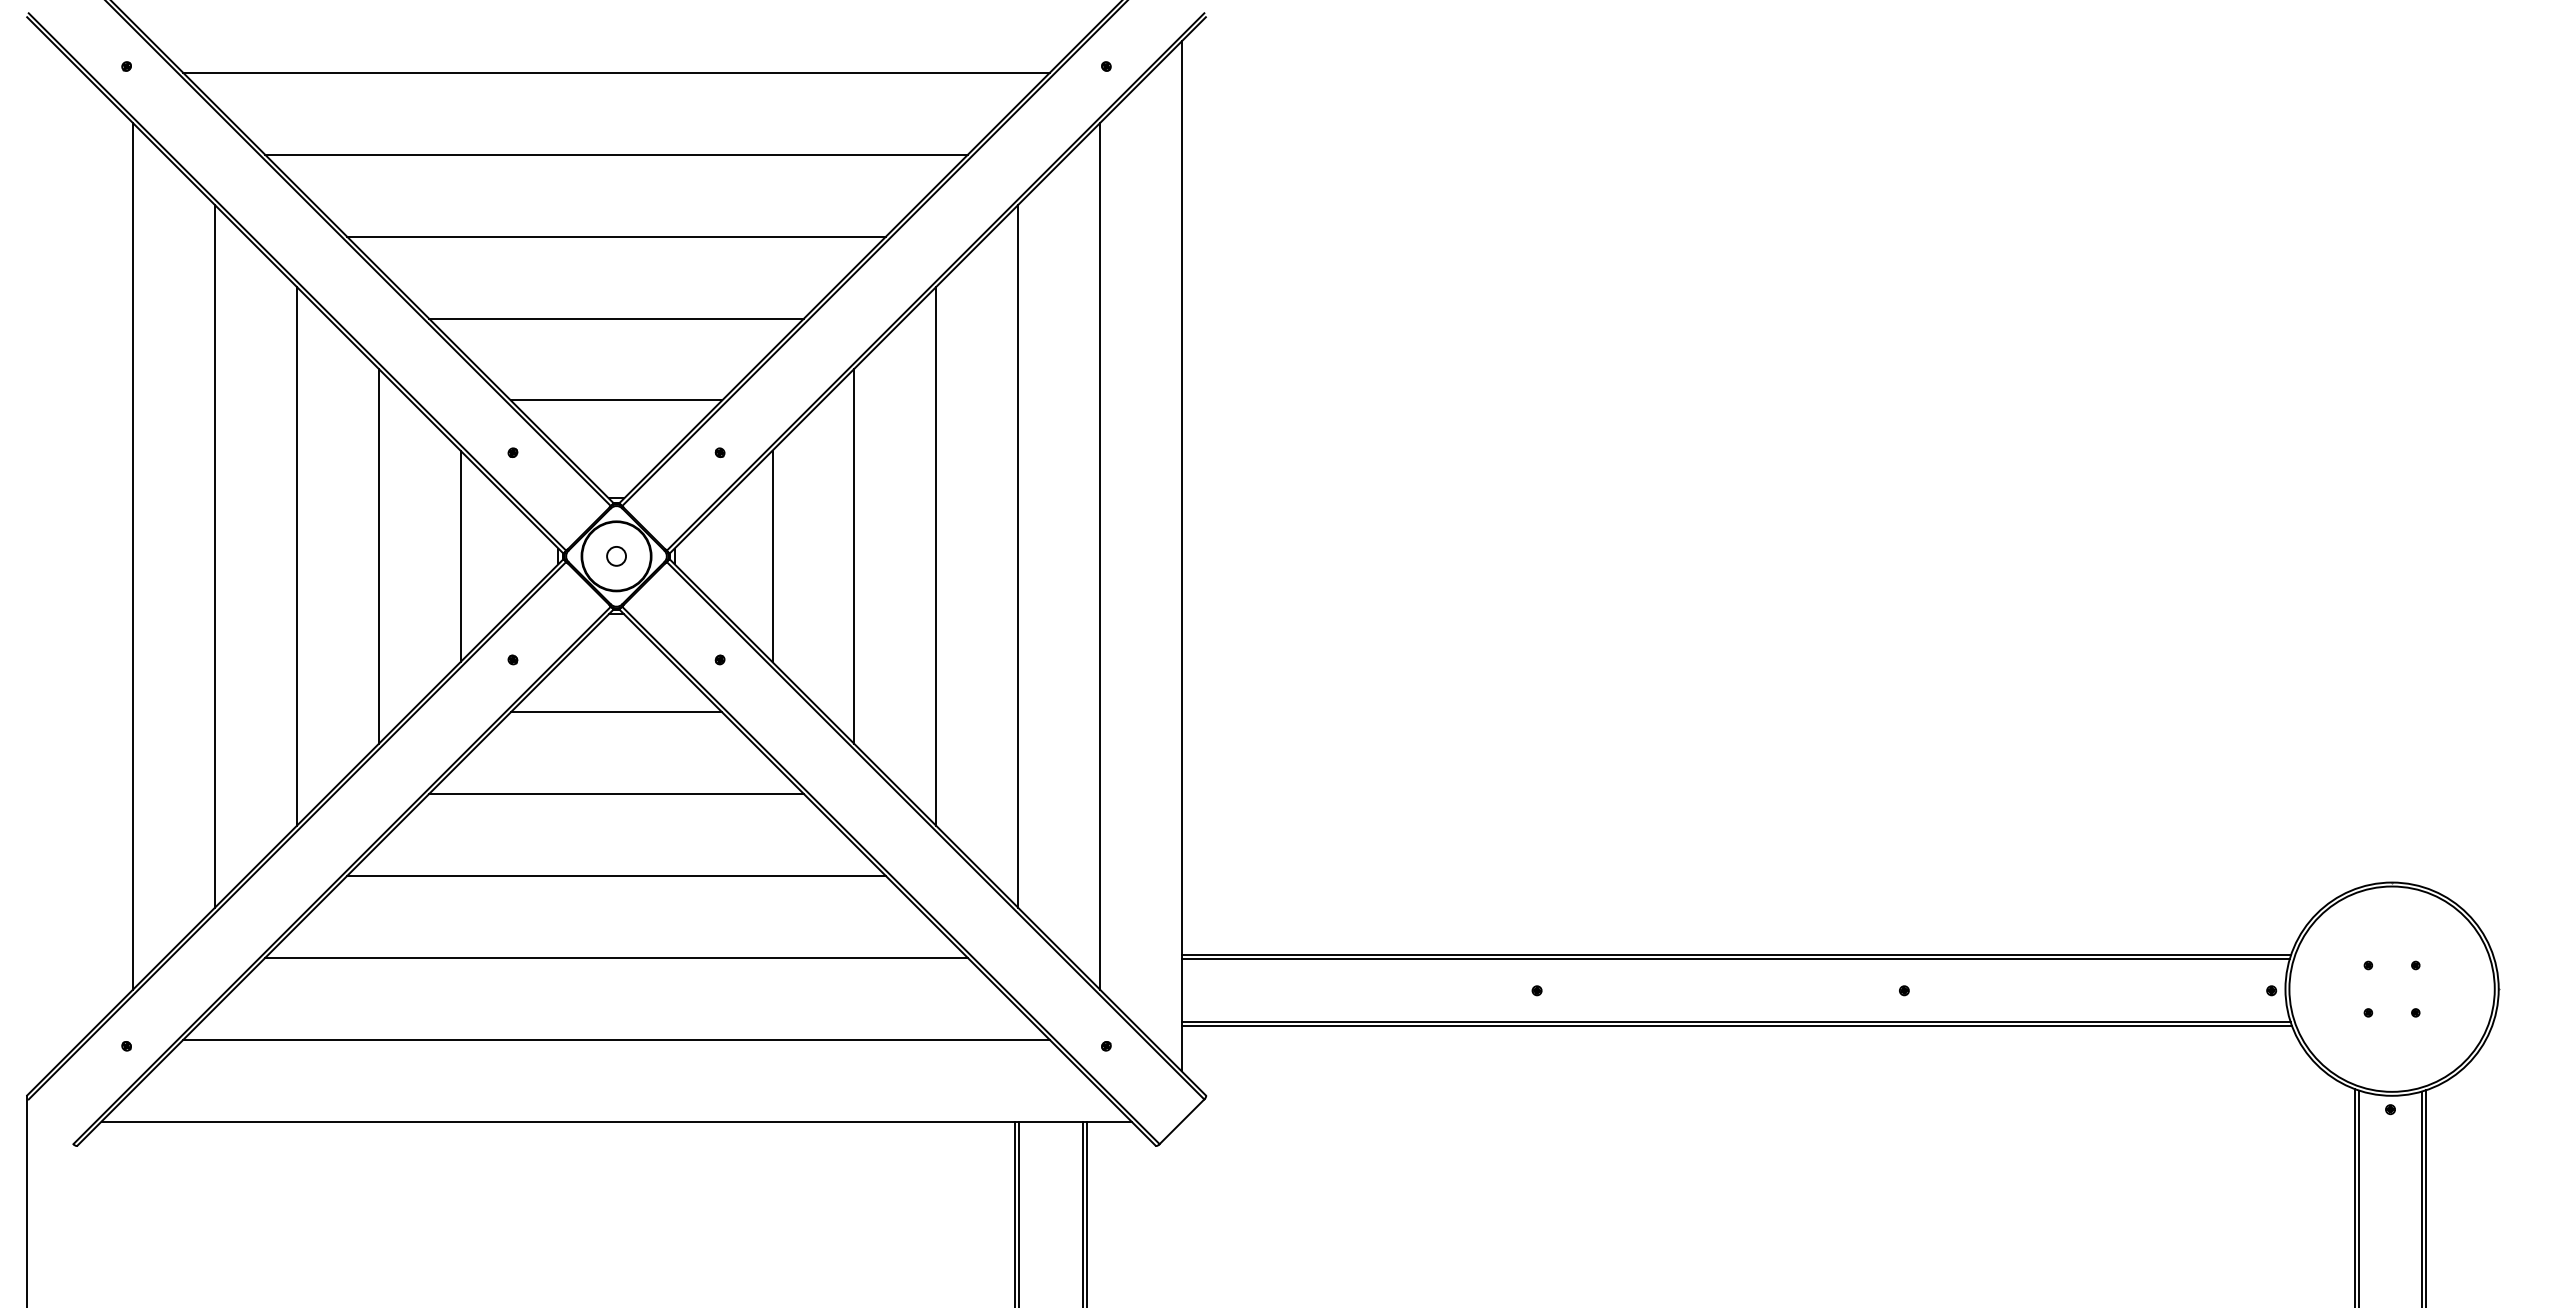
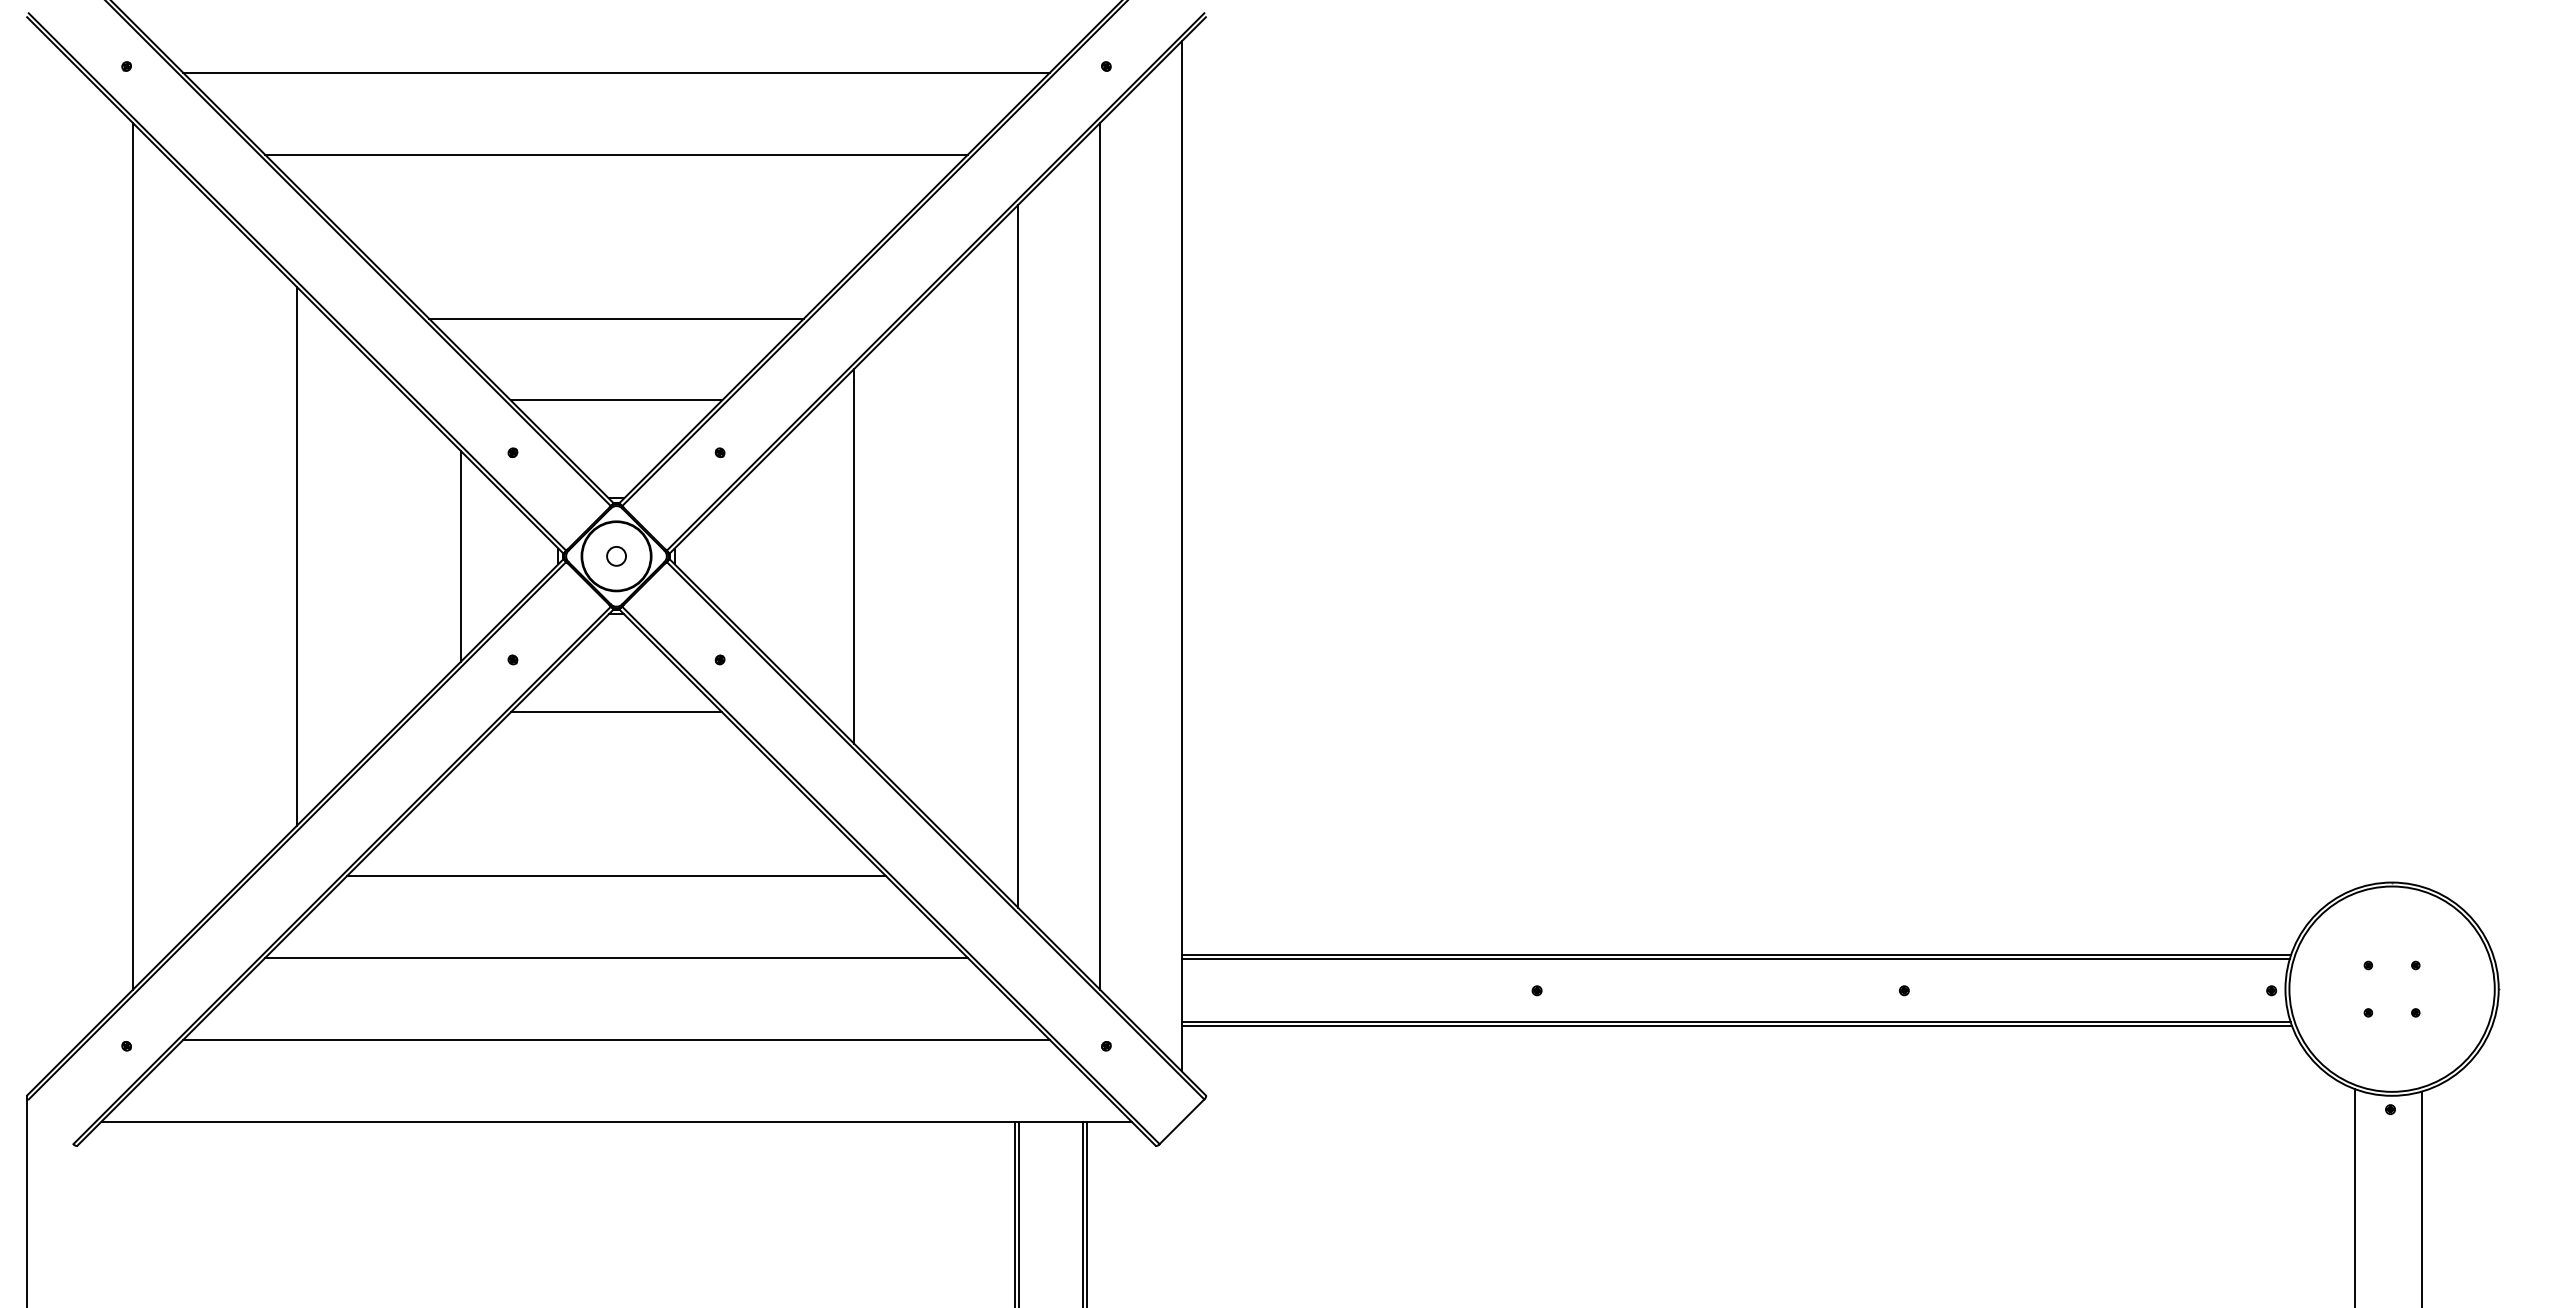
line at (616, 236): present -> none
line at (378, 555): present -> none
line at (936, 555): present -> none
line at (215, 556): present -> none
line at (772, 556): present -> none
line at (616, 794): present -> none
line at (2358, 1197): present -> none
line at (2426, 1197): present -> none
